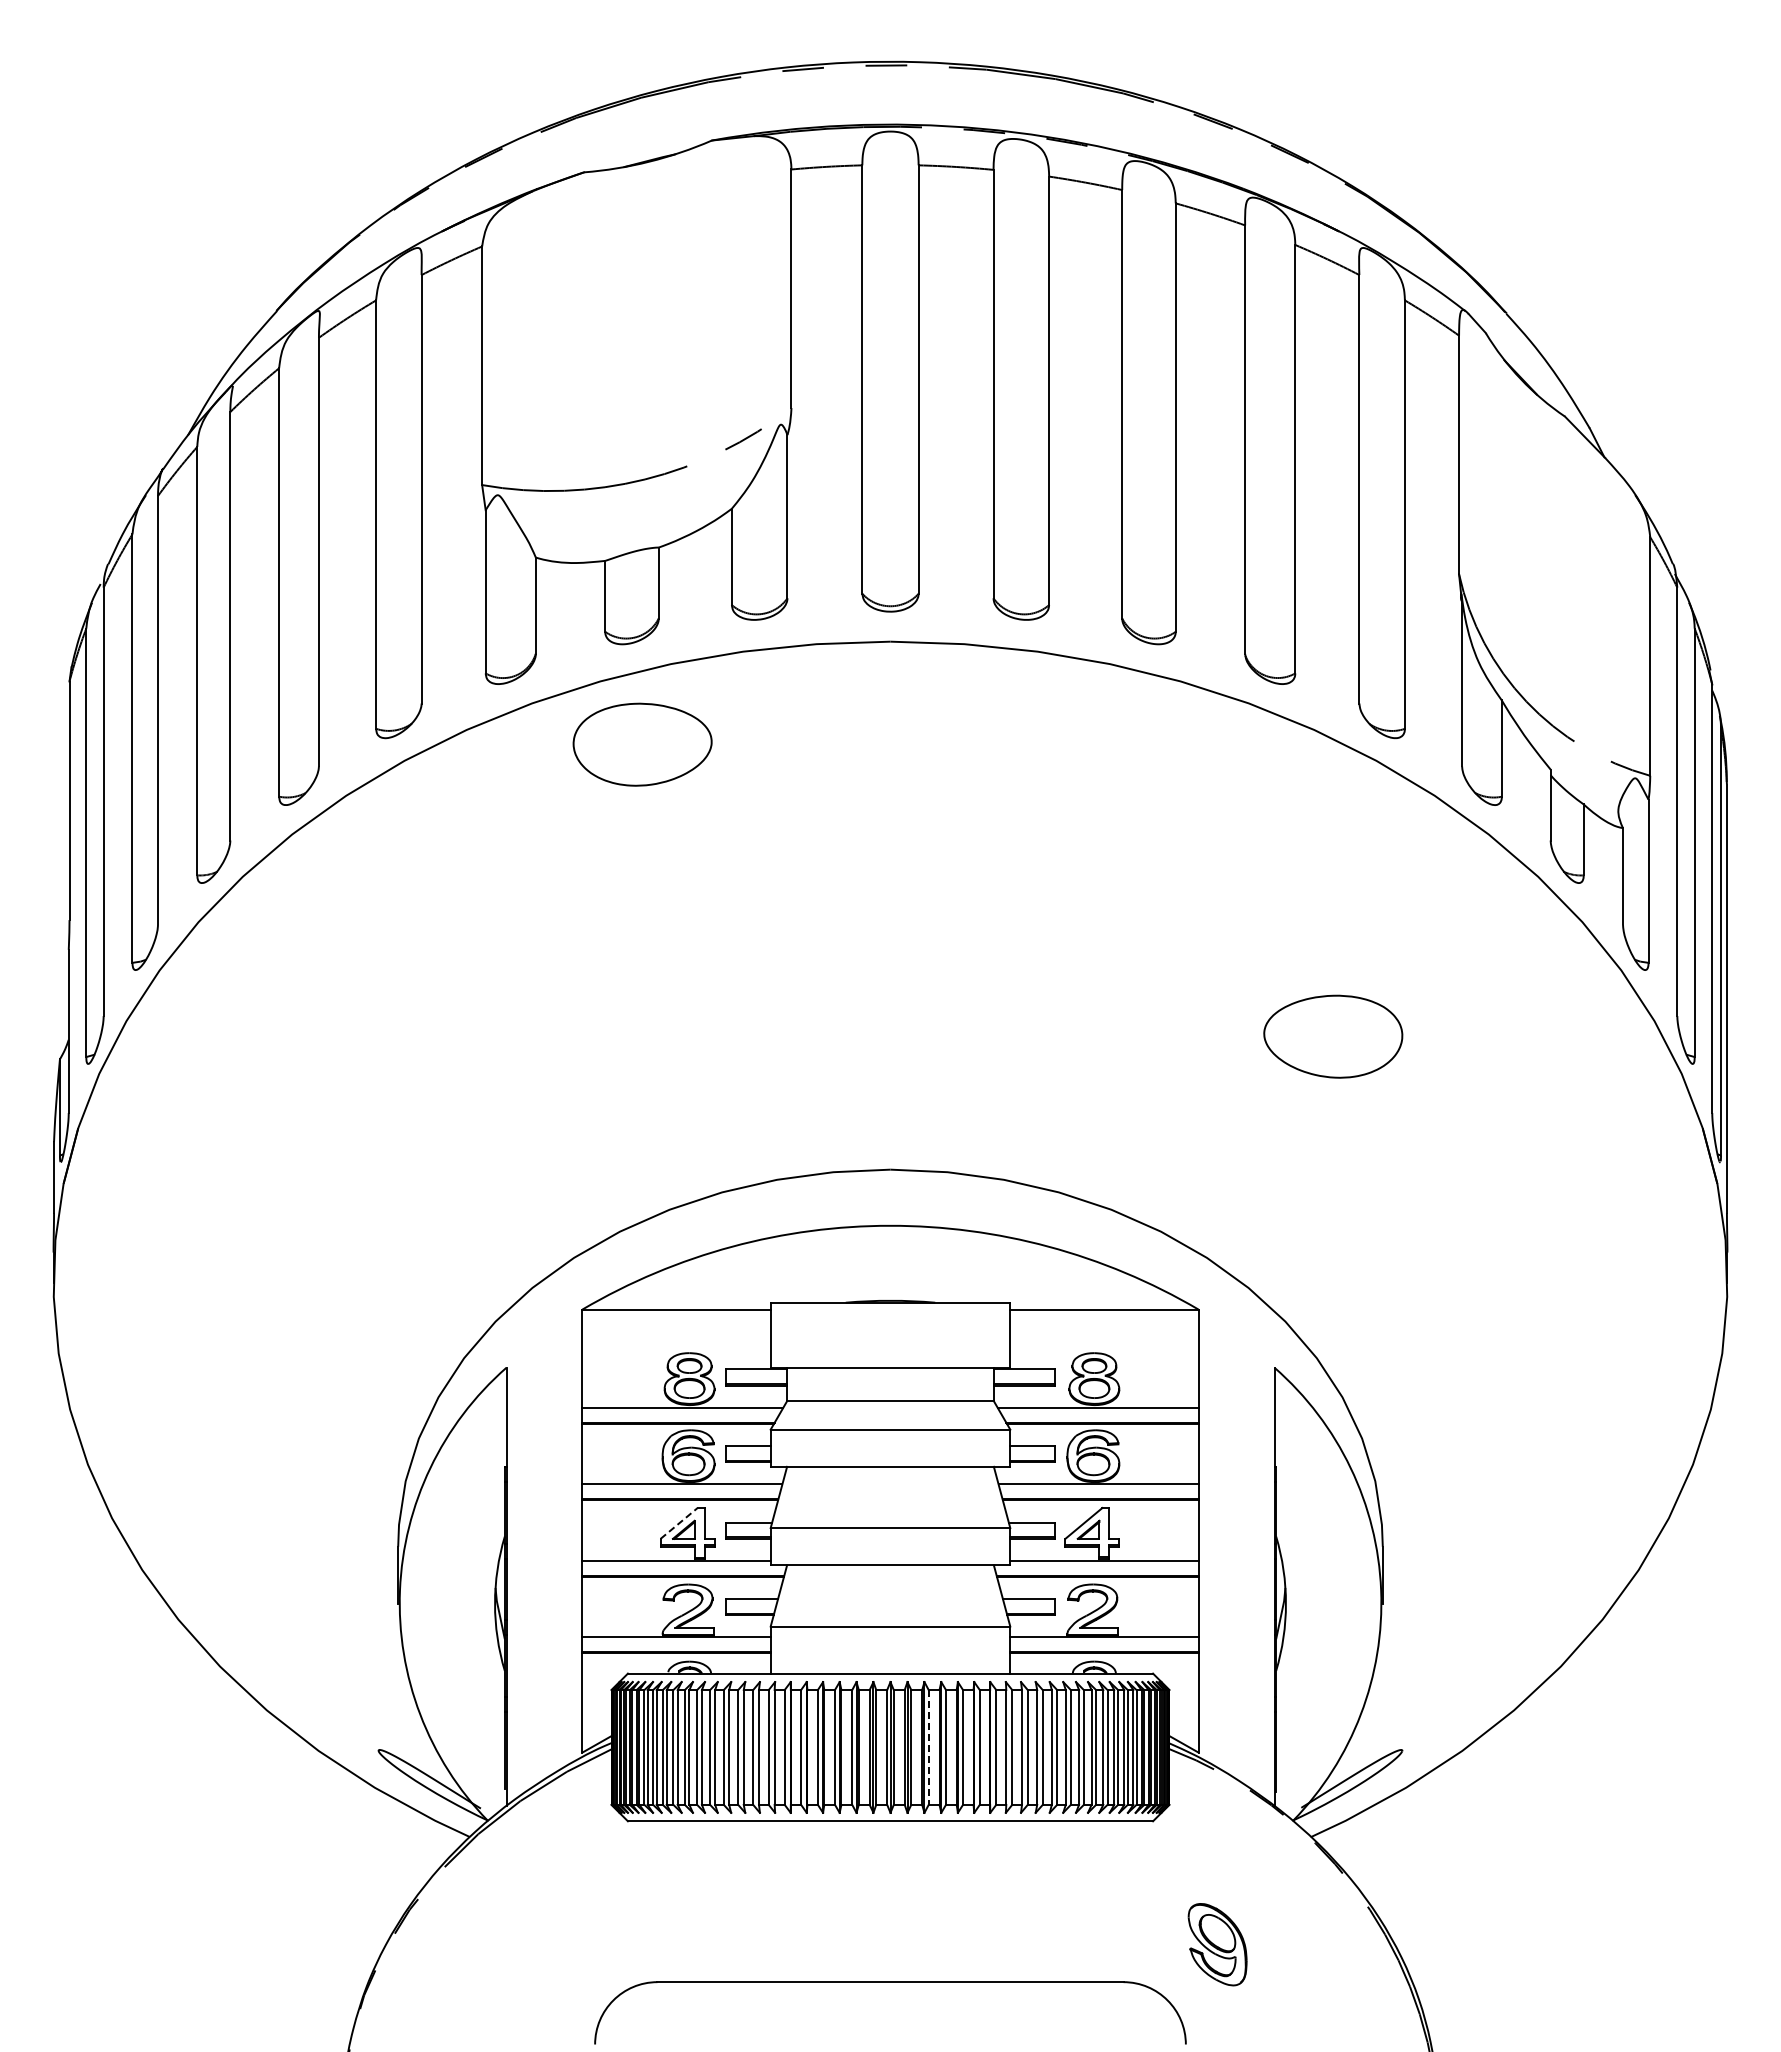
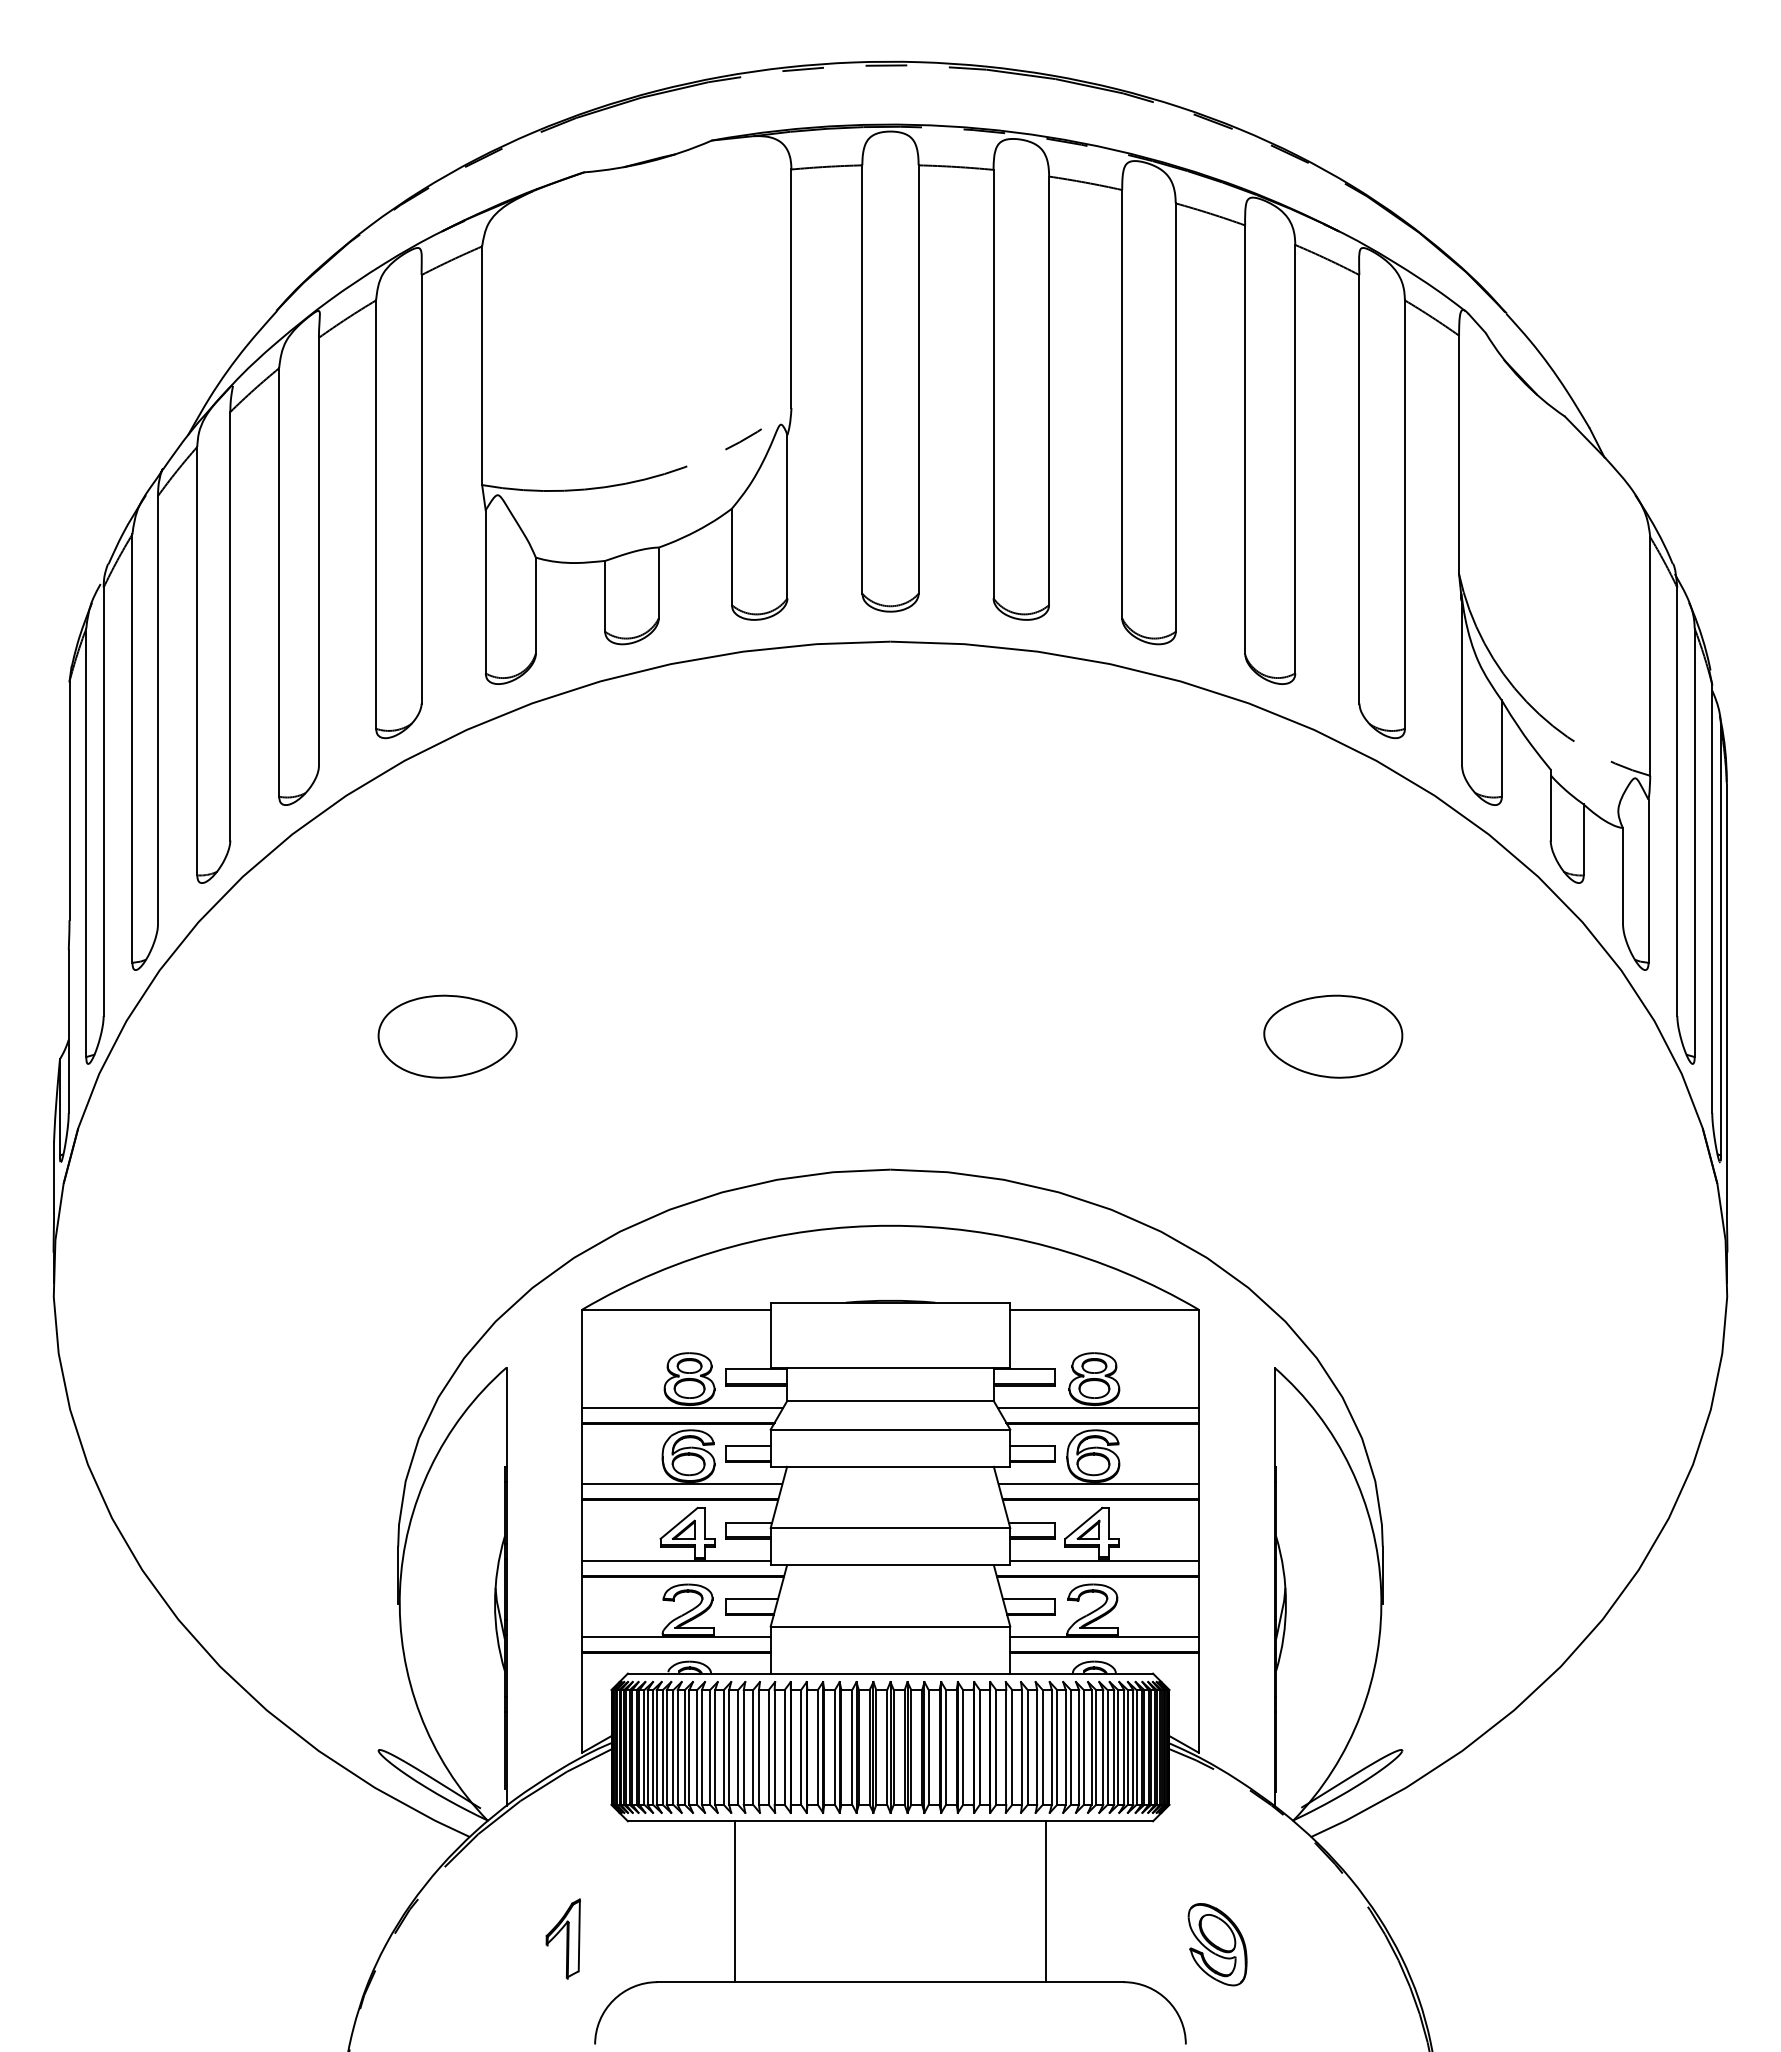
part at (642, 744) position: (642, 744) -> (447, 1036)
line at (679, 1523): dashed -> solid
line at (928, 1747): dashed -> solid
line at (734, 1901): none -> present
line at (1046, 1901): none -> present
part at (562, 1938): none -> present
